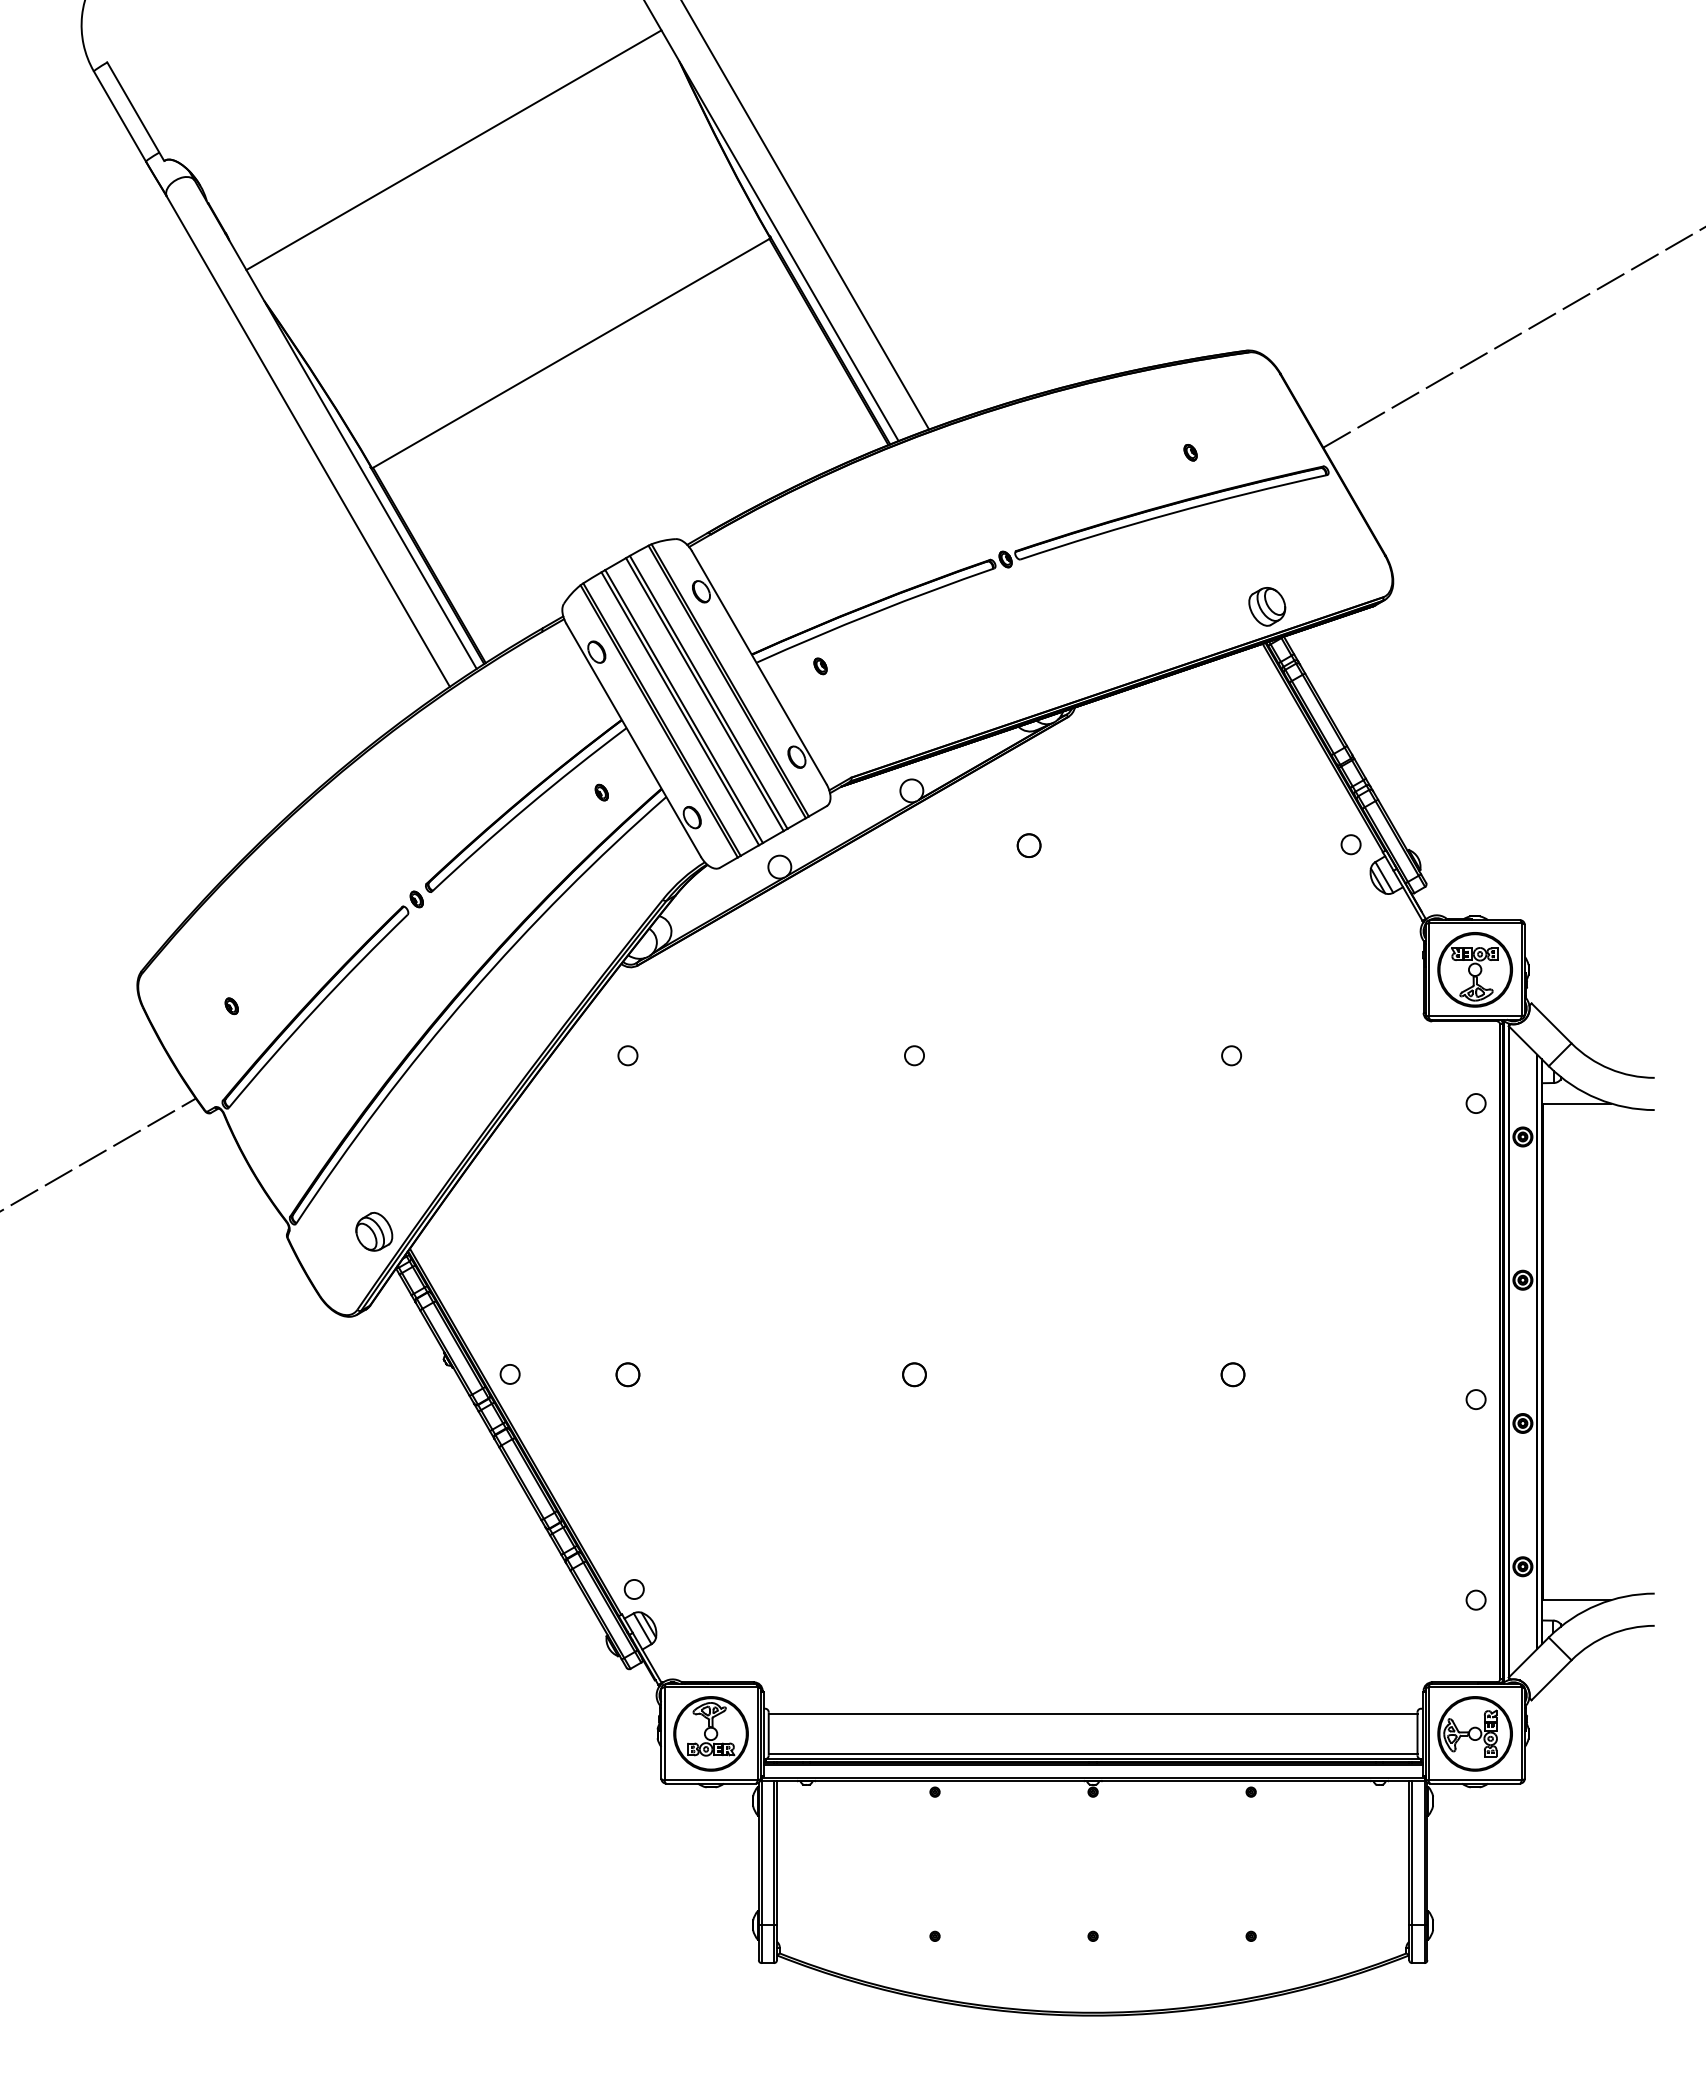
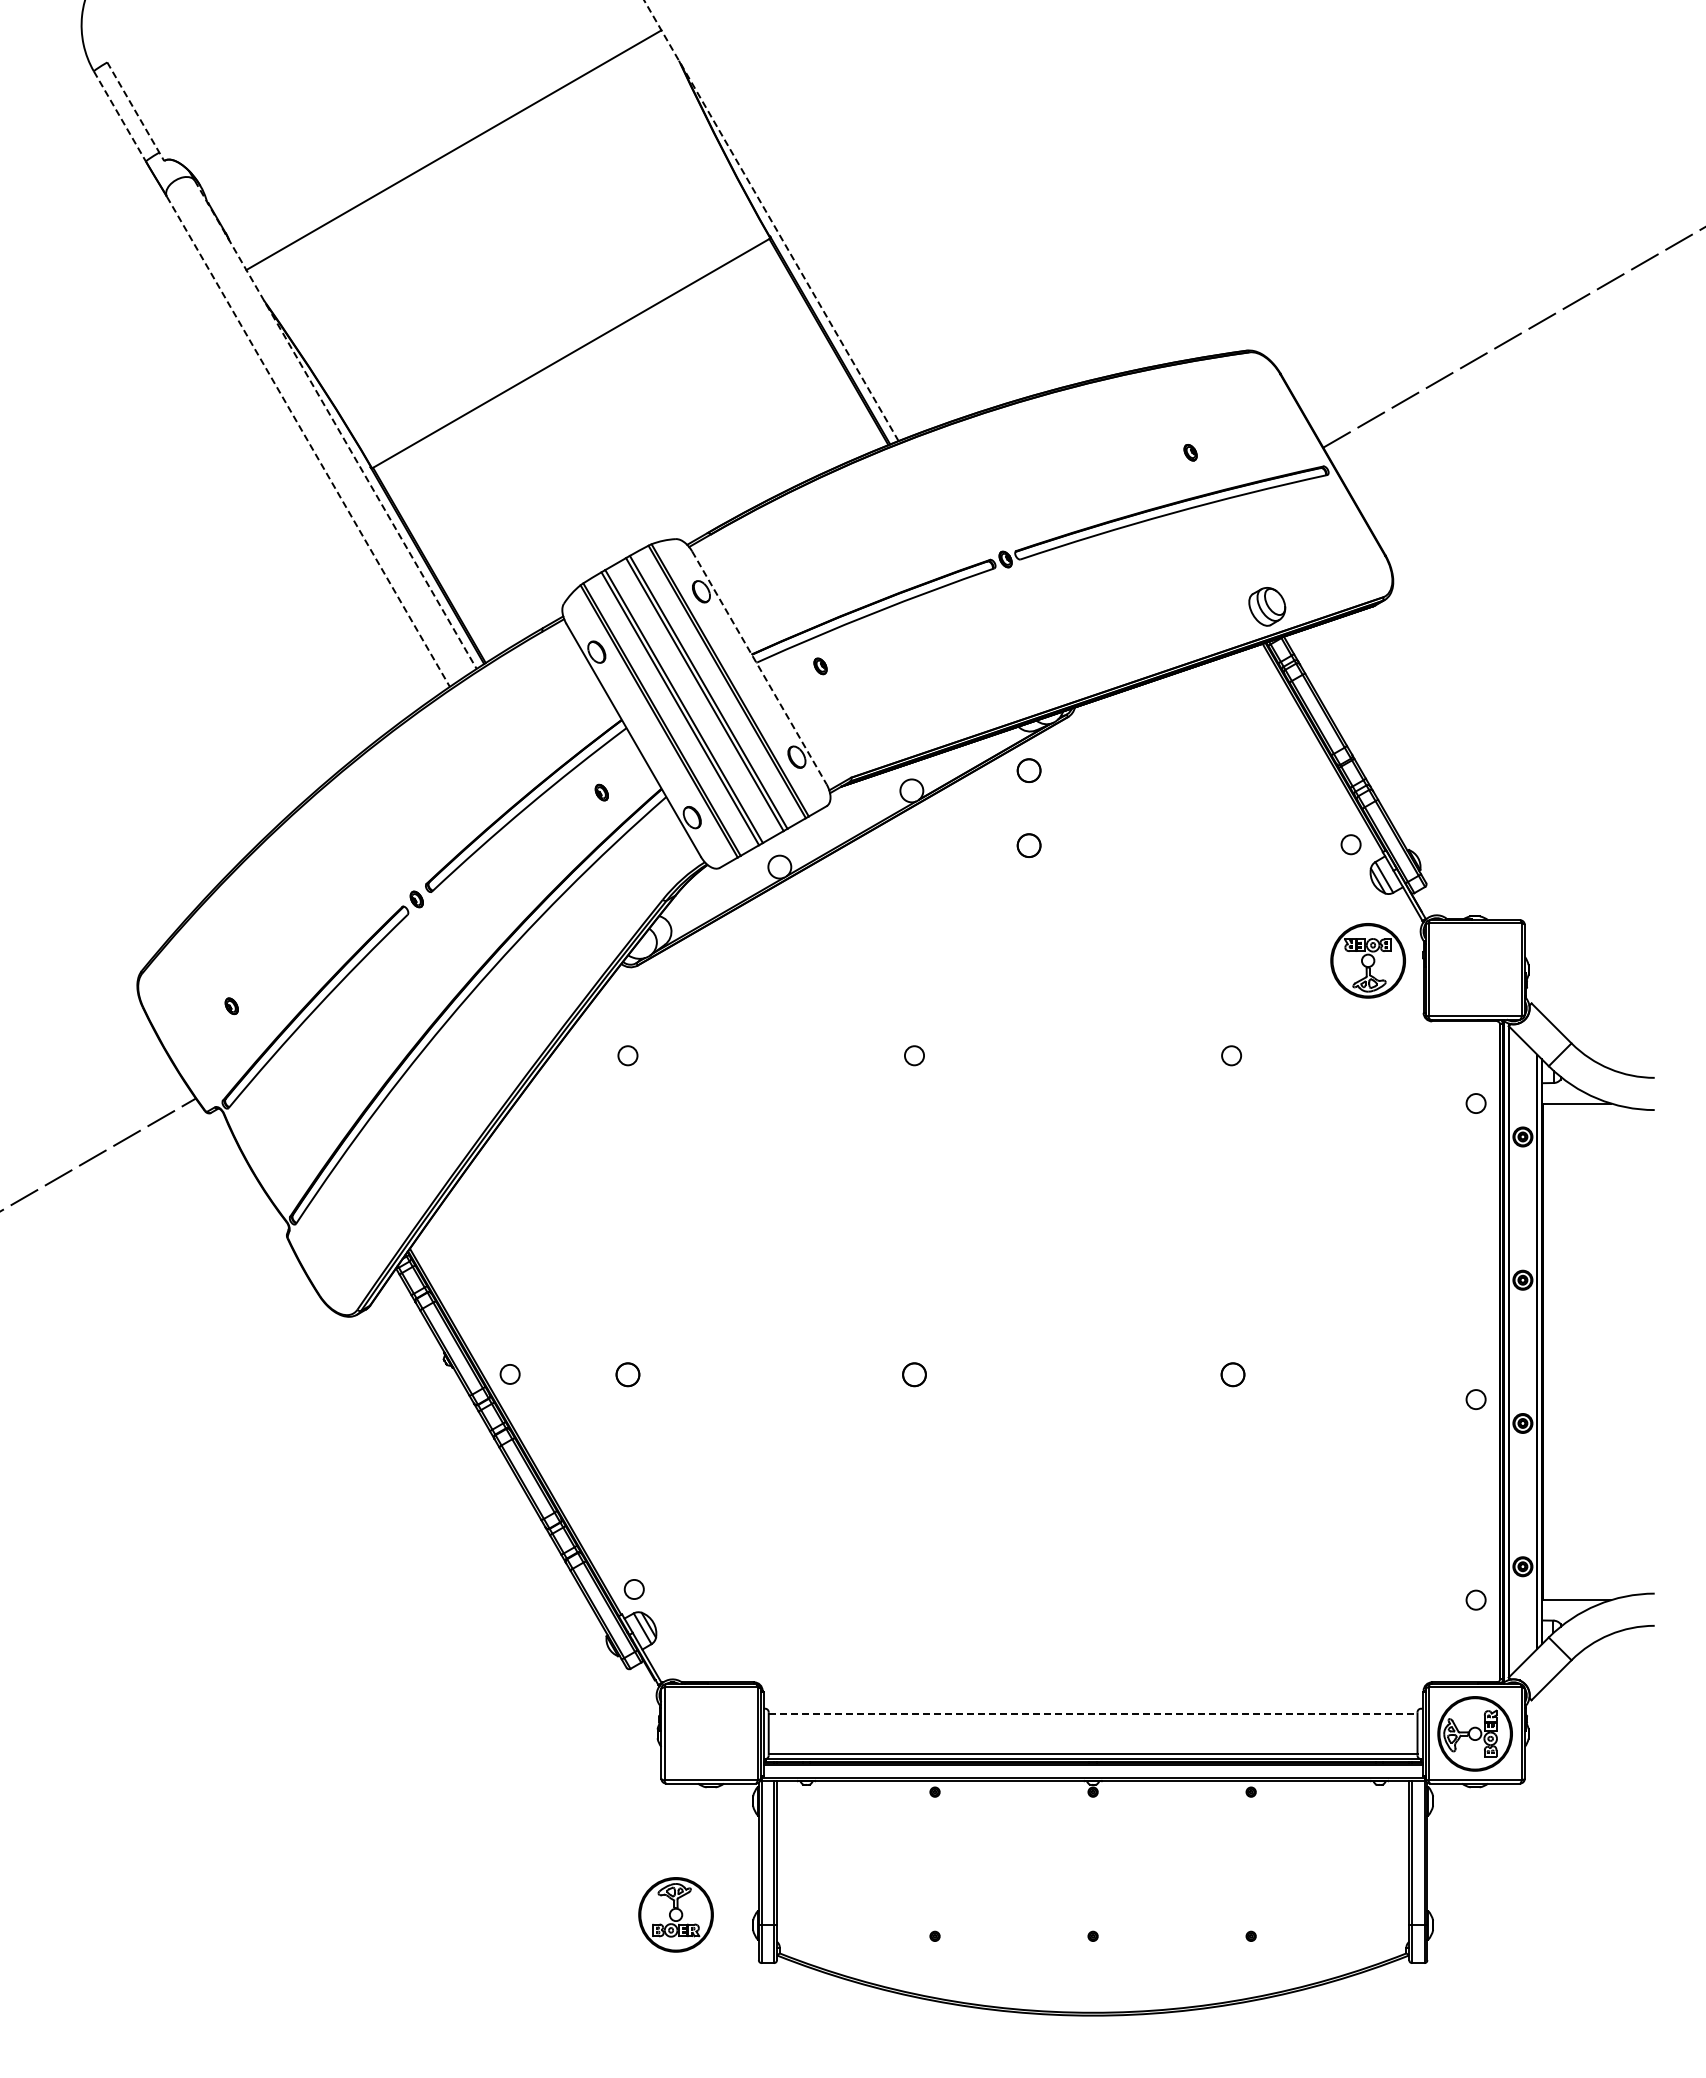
line at (135, 111): solid -> dashed
line at (120, 116): solid -> dashed
line at (805, 215): present -> none
line at (771, 220): solid -> dashed
line at (335, 424): solid -> dashed
line at (308, 441): solid -> dashed
line at (759, 668): solid -> dashed
part at (1028, 770): none -> present
part at (1474, 969) position: (1474, 969) -> (1367, 960)
part at (374, 1231): present -> none
line at (1093, 1713): solid -> dashed
part at (710, 1733) position: (710, 1733) -> (675, 1914)
